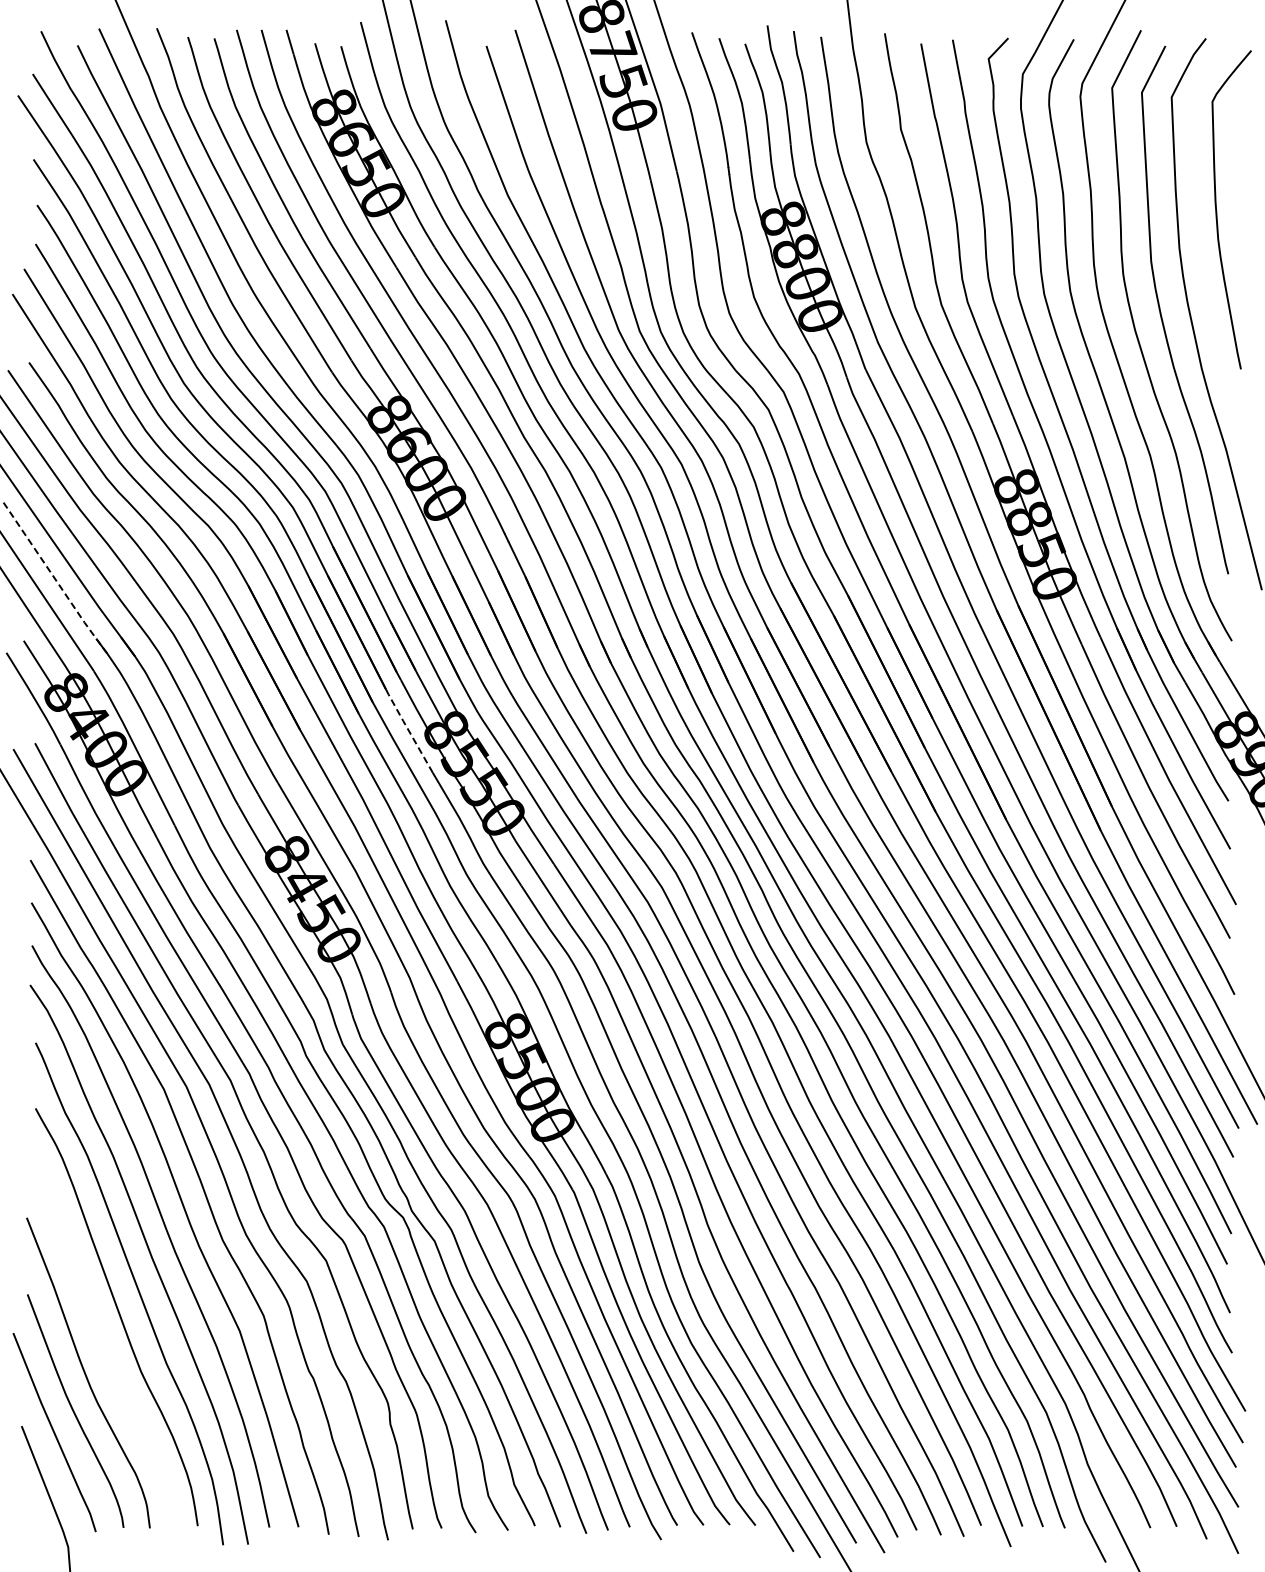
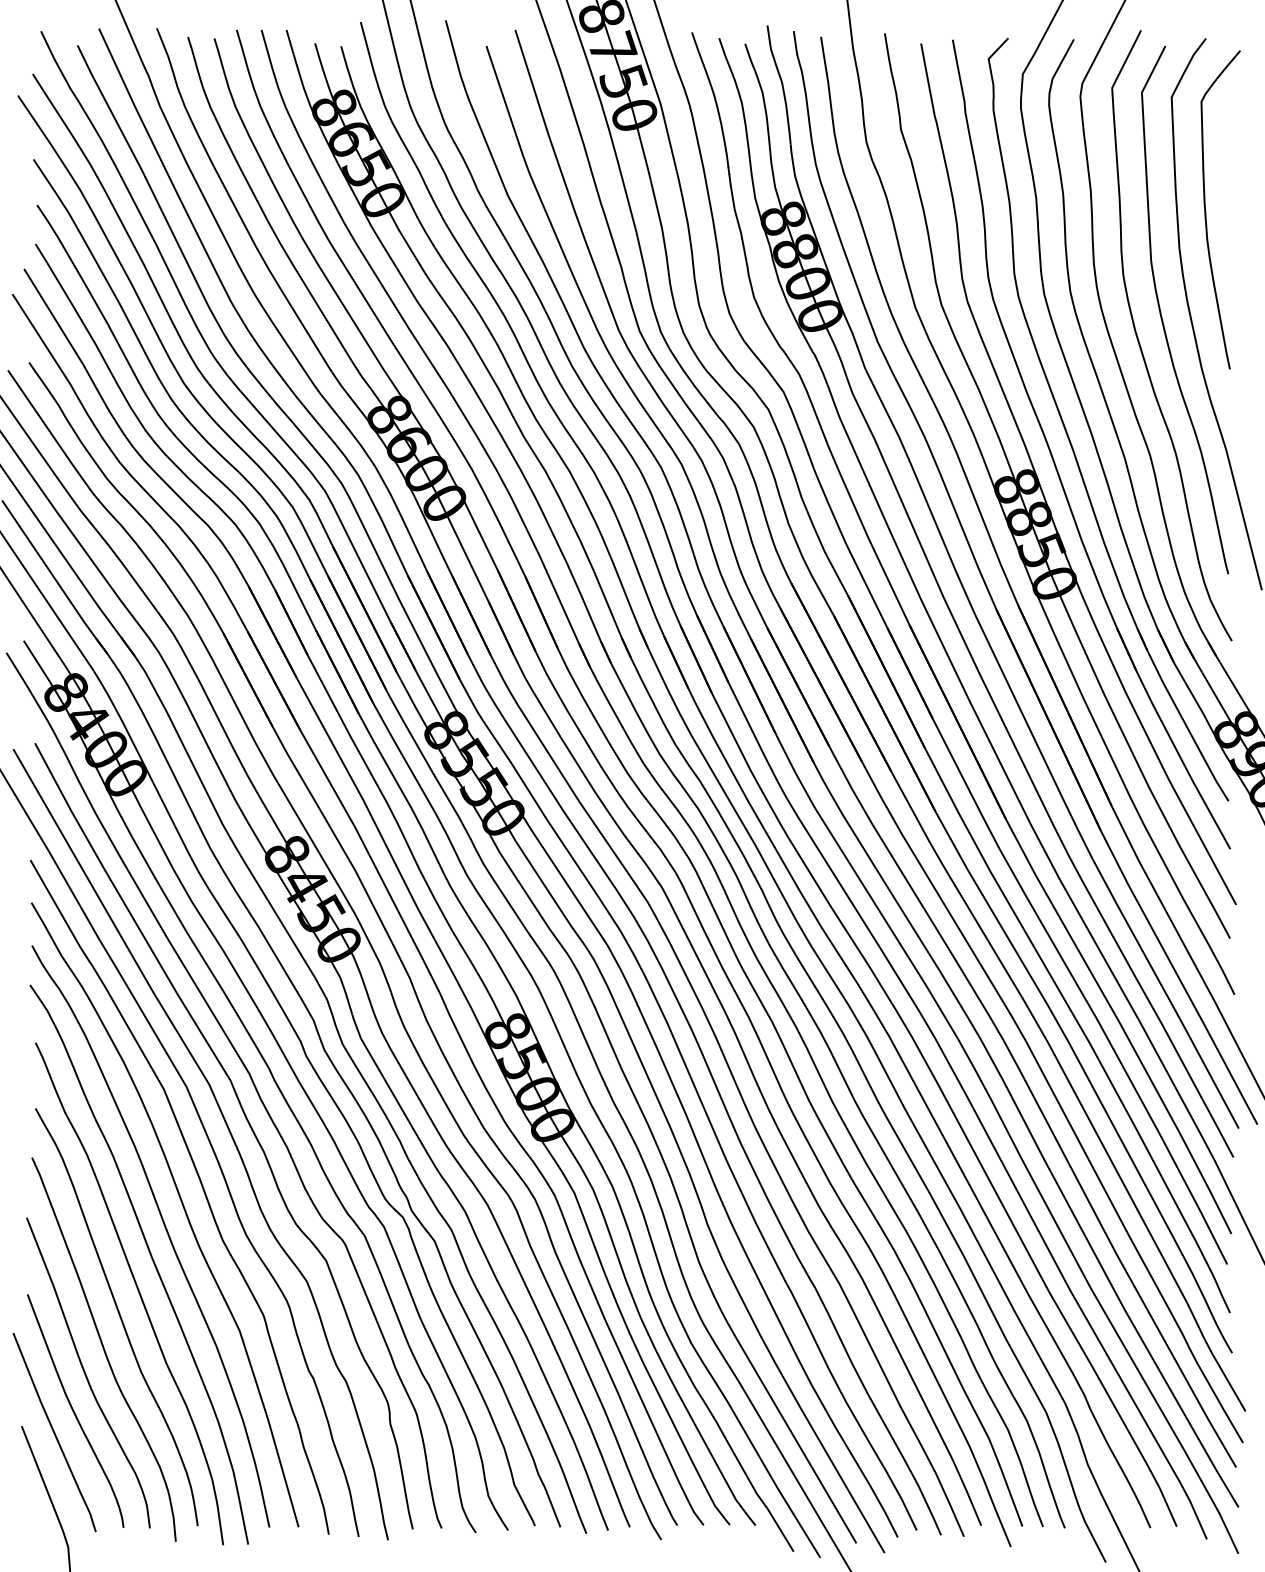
curve at (1217, 210) position: (1217, 210) -> (1206, 210)
line at (54, 578): dashed -> solid
line at (408, 729): dashed -> solid
curve at (103, 1349): none -> present
